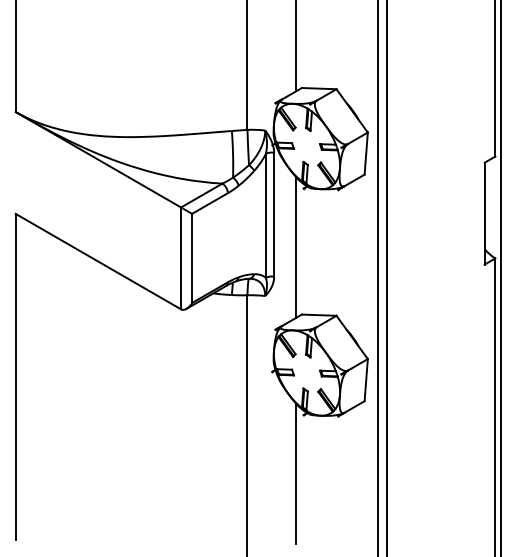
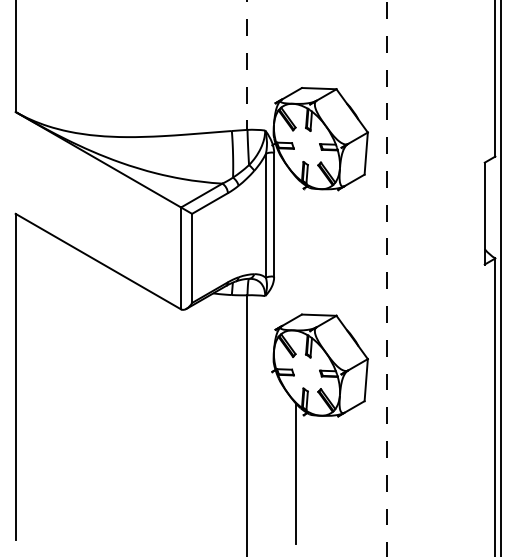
line at (296, 46): present -> none
line at (247, 65): solid -> dashed
line at (296, 247): present -> none
line at (377, 277): present -> none
line at (386, 278): solid -> dashed
